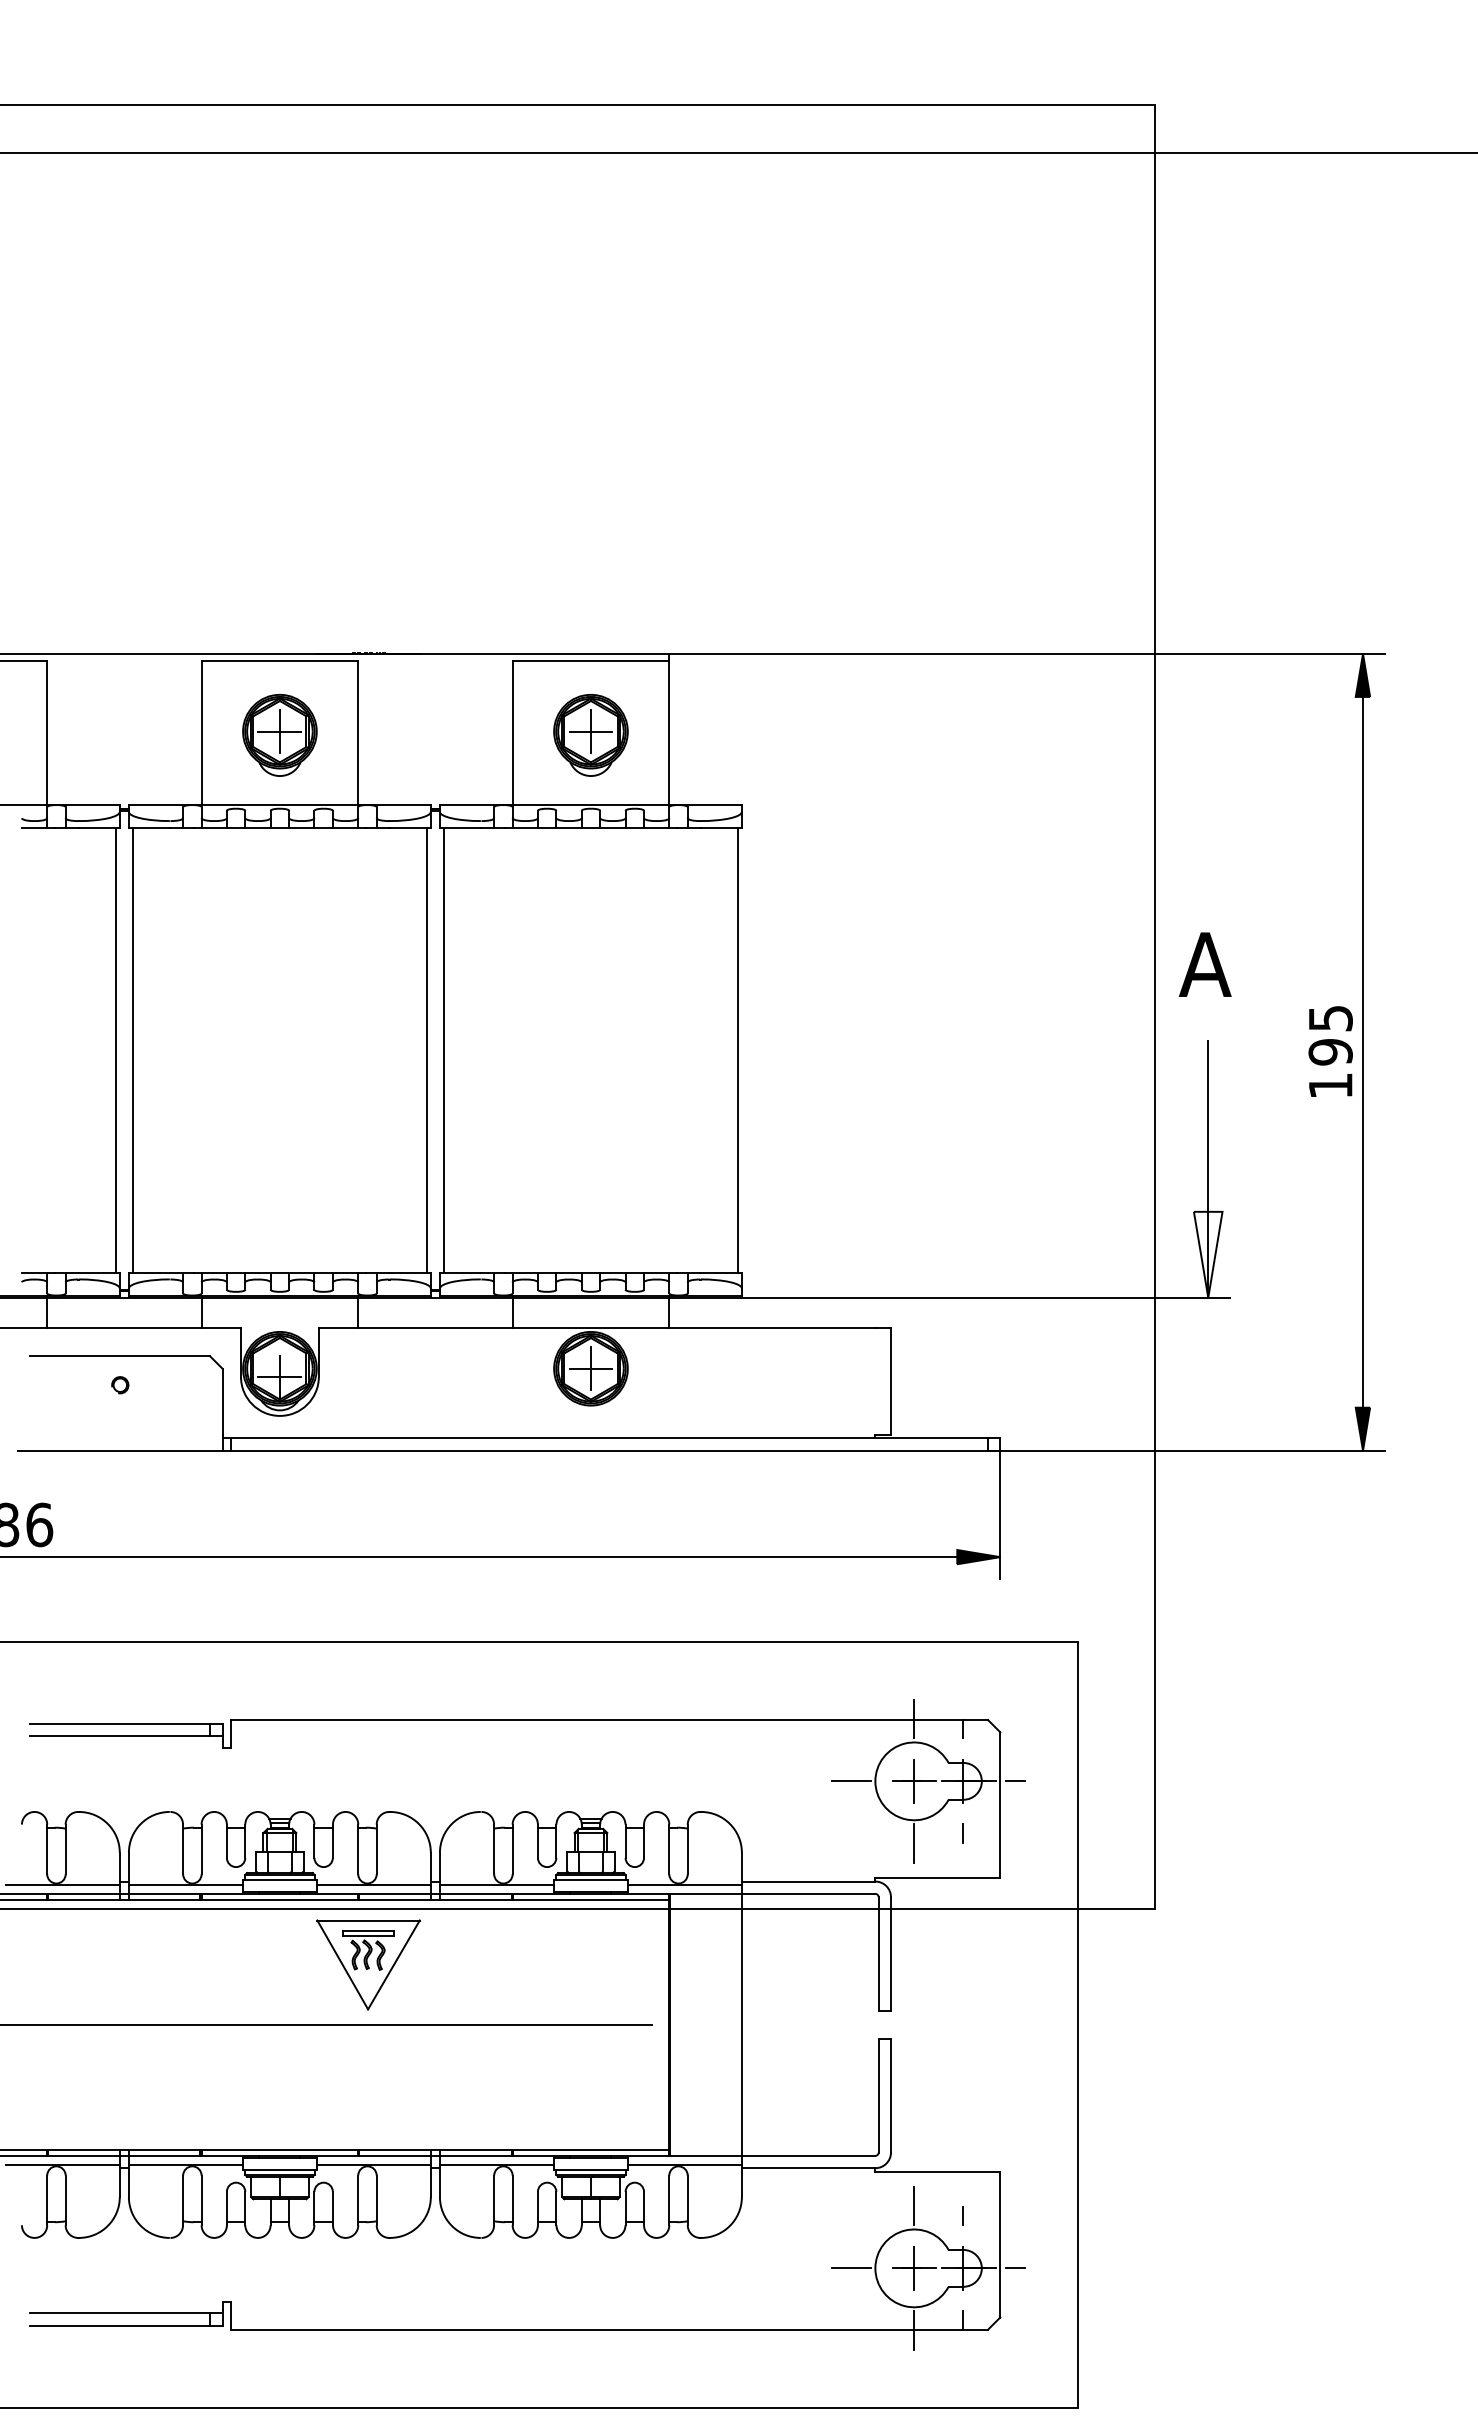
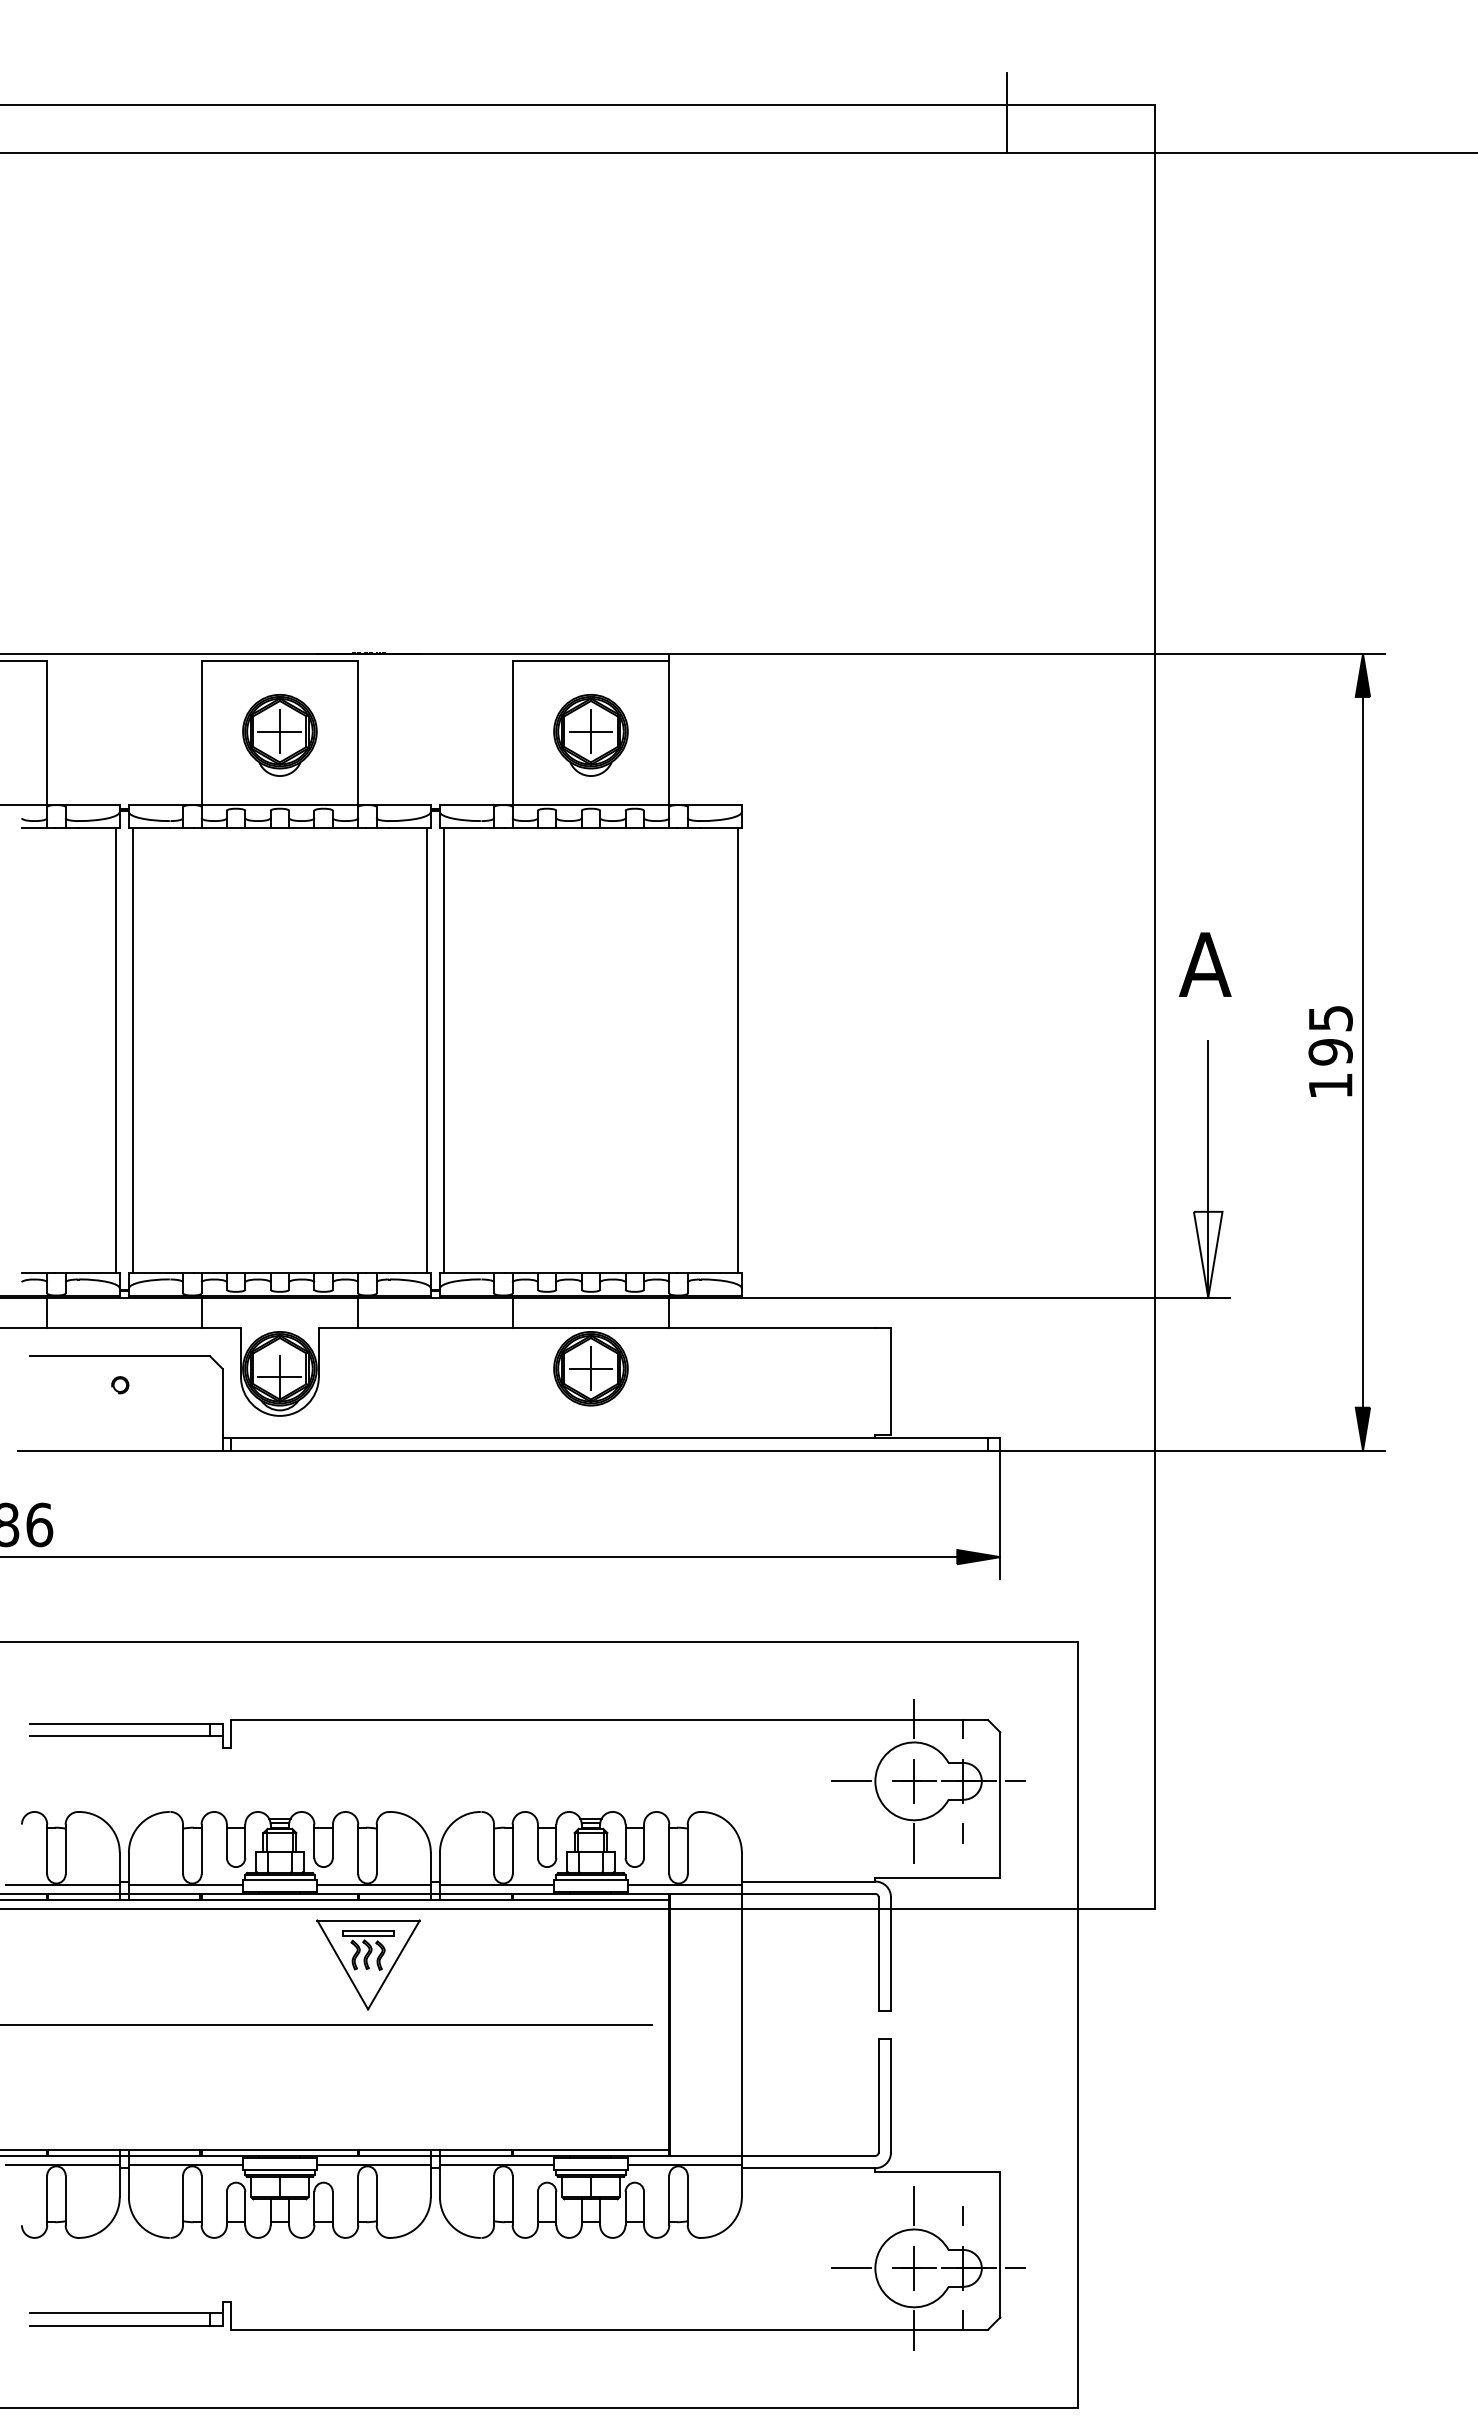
line at (1007, 112): none -> present
